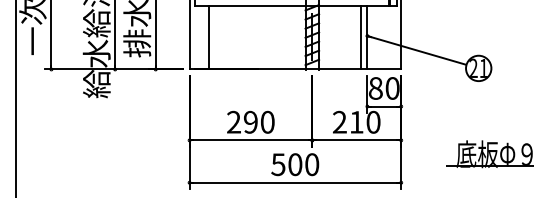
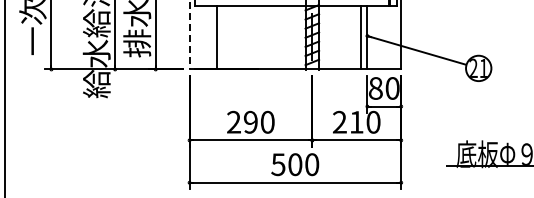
line at (189, 35): solid -> dashed
line at (208, 37) position: (208, 37) -> (216, 37)
line at (16, 98) position: (16, 98) -> (5, 98)
